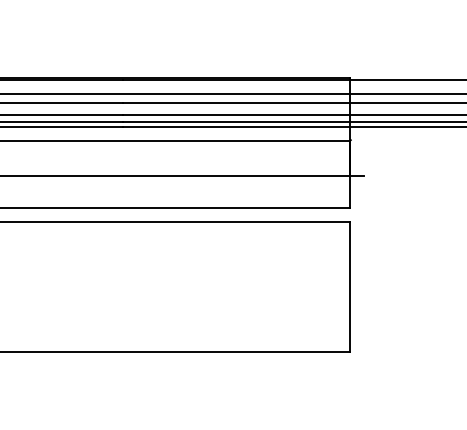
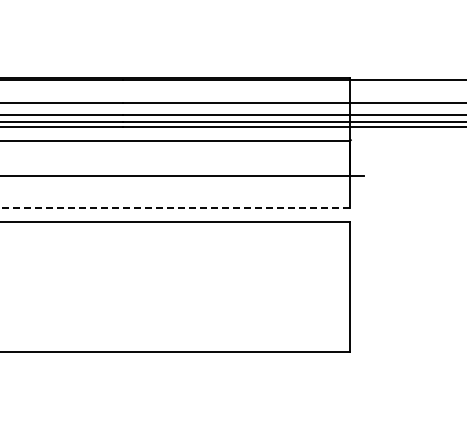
line at (232, 93): present -> none
line at (175, 207): solid -> dashed
